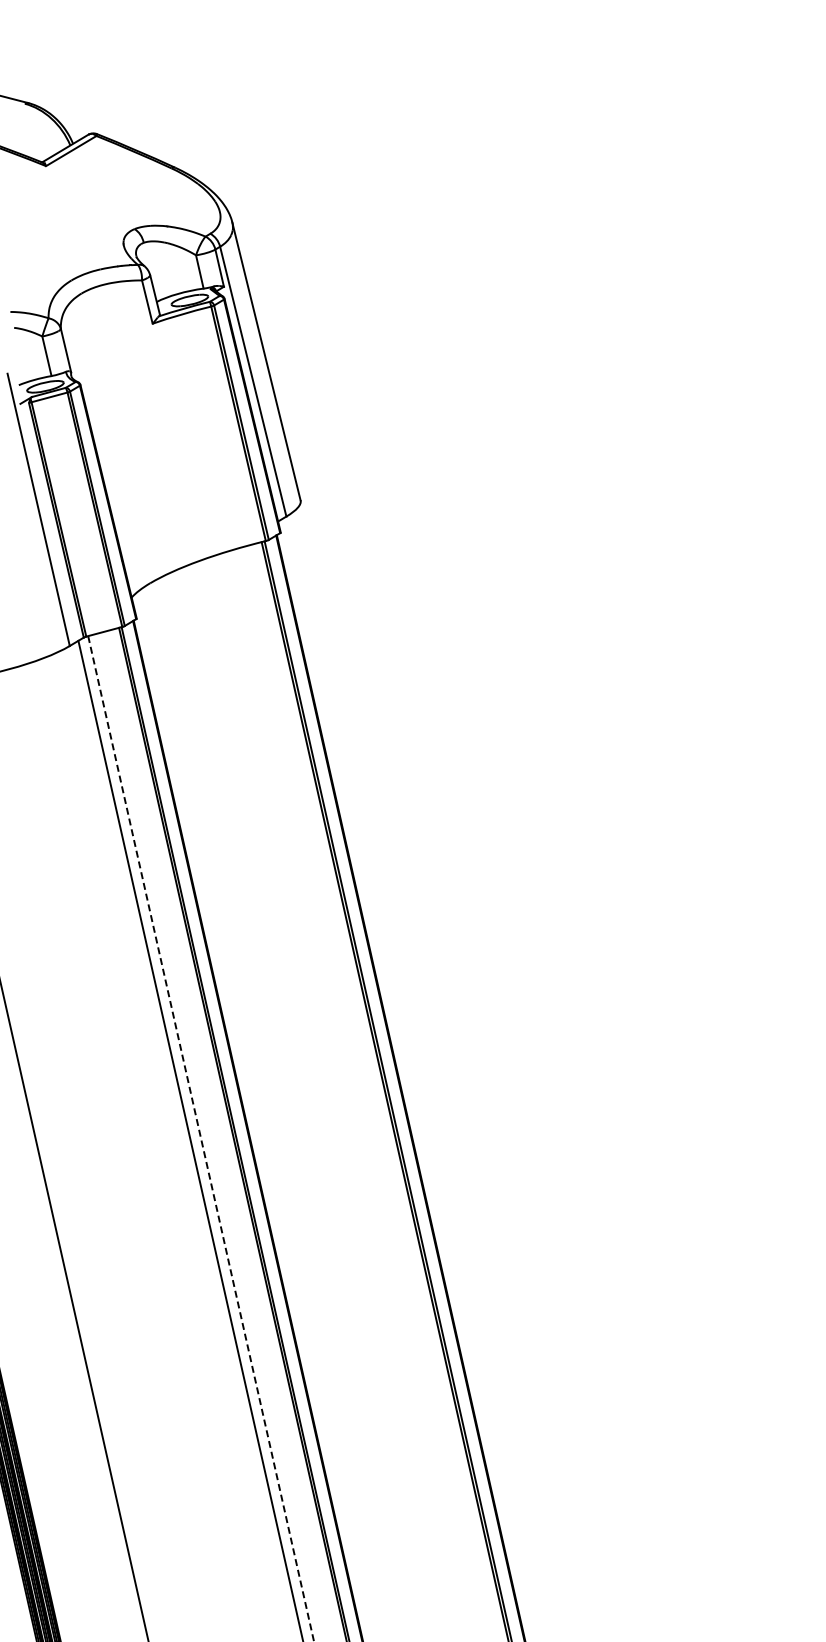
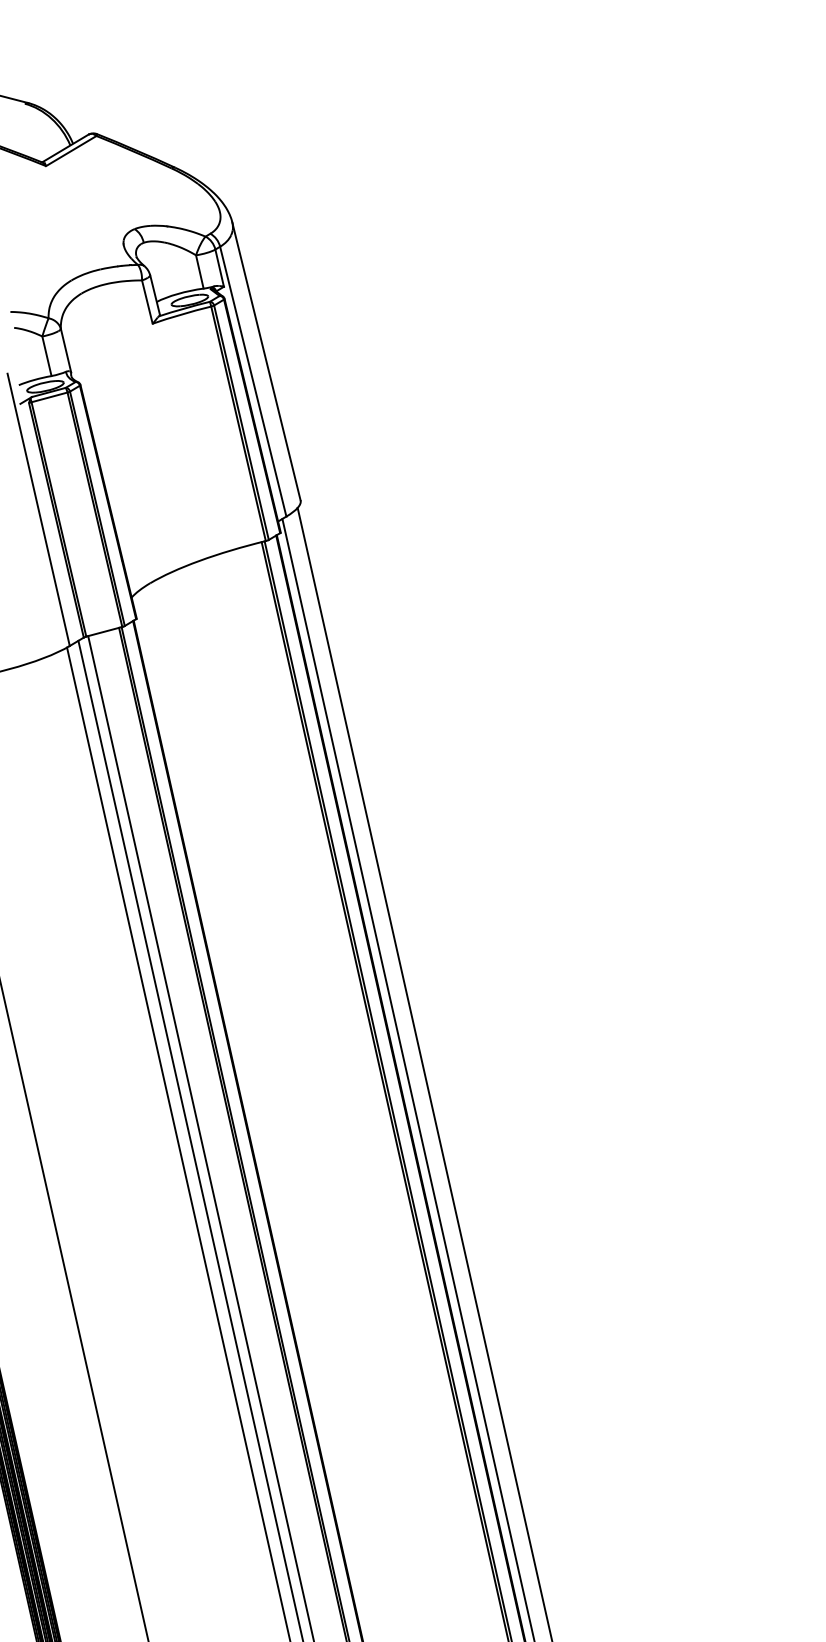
line at (424, 1072): none -> present
line at (407, 1078): none -> present
line at (201, 1139): dashed -> solid
line at (178, 1142): none -> present
